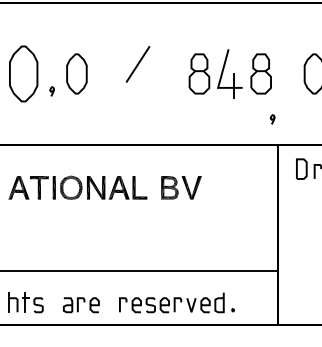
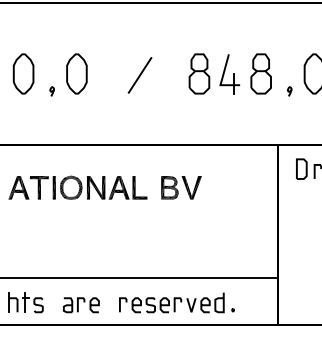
line at (137, 64) position: (137, 64) -> (139, 75)
part at (23, 73) size: 30x58 px -> 23x42 px
part at (229, 73) size: 26x50 px -> 22x41 px
part at (272, 119) position: (272, 119) -> (289, 91)
line at (139, 271) position: (139, 271) -> (139, 278)
